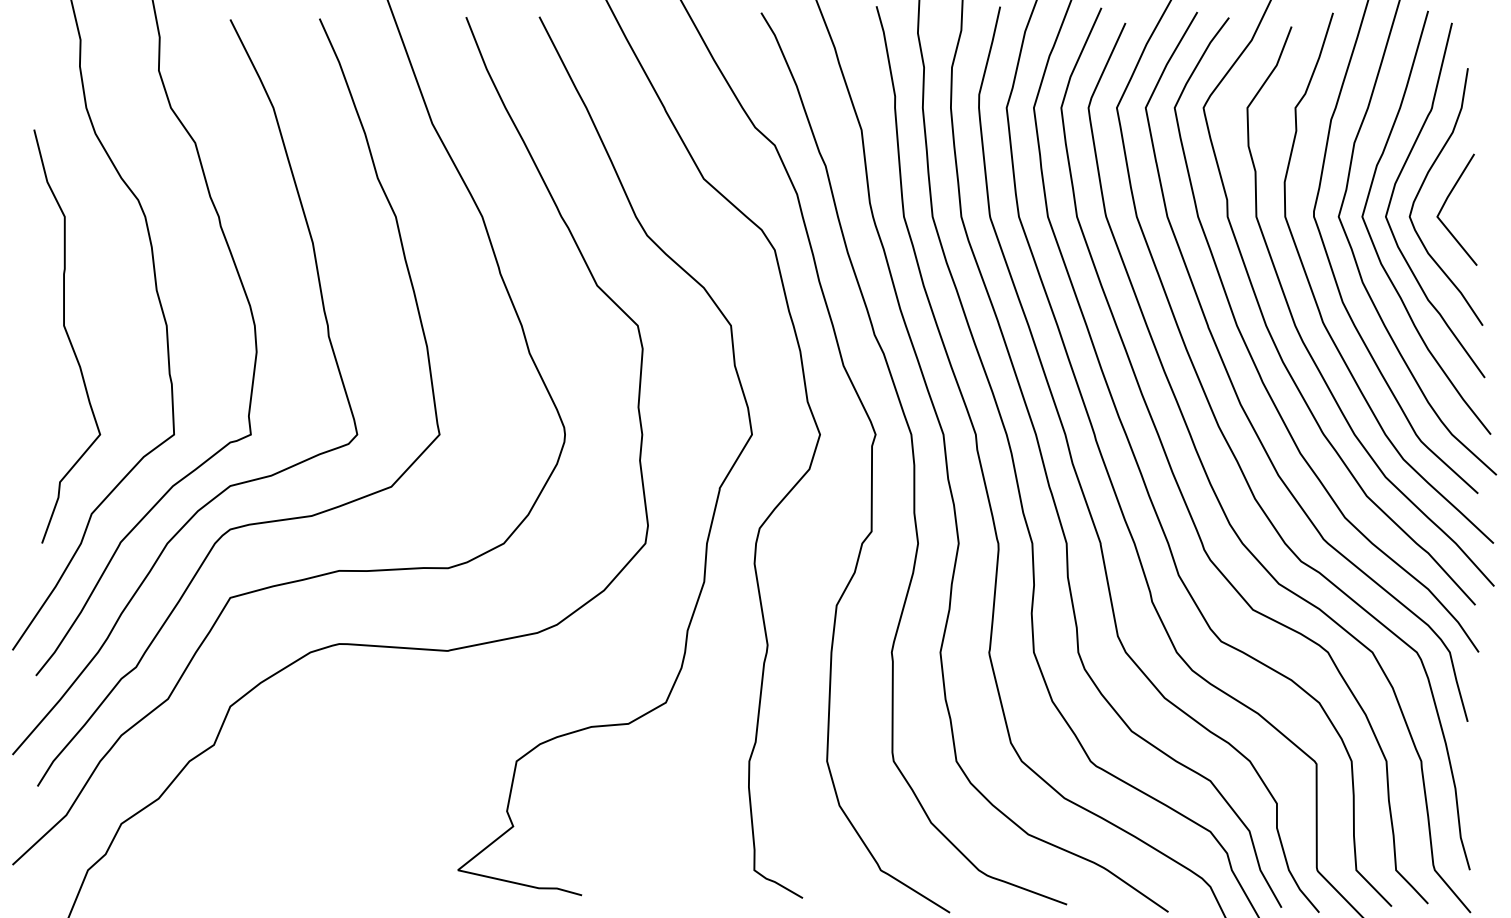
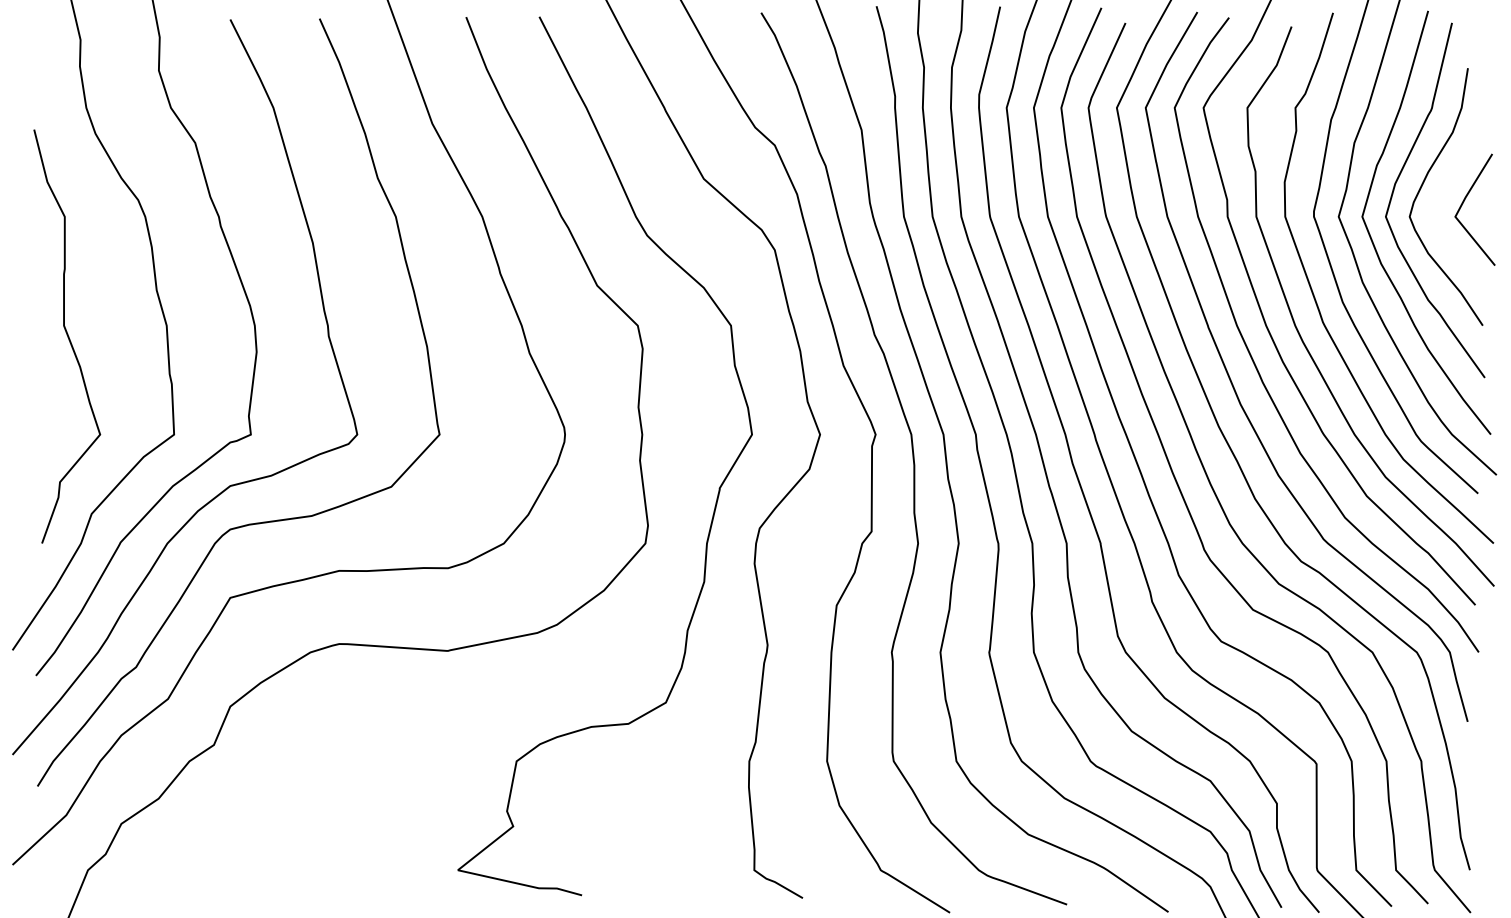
line at (1445, 203) position: (1445, 203) -> (1463, 203)
